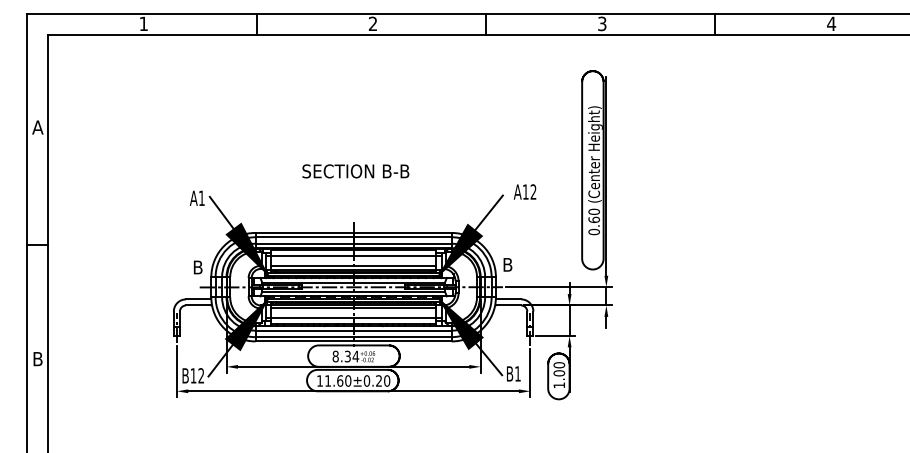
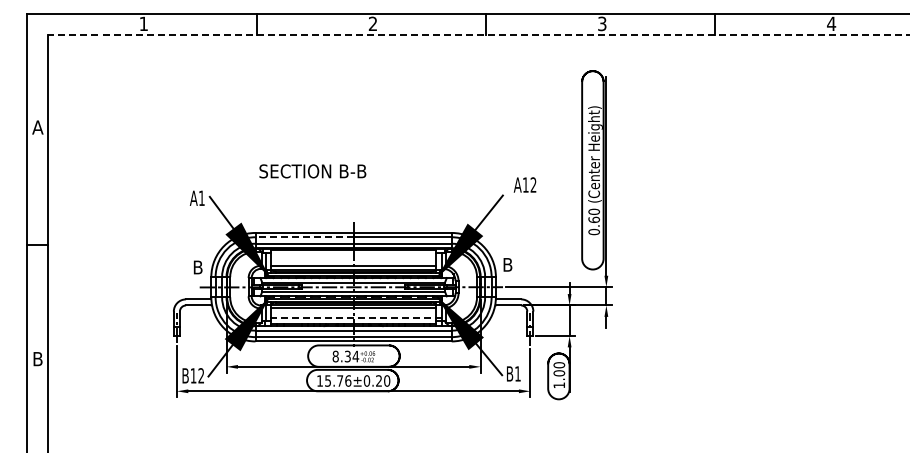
line at (478, 34): solid -> dashed
text at (355, 171) position: (355, 171) -> (312, 171)
text at (524, 191) position: (524, 191) -> (524, 184)
line at (304, 237): solid -> dashed
line at (353, 256): present -> none
line at (353, 318): solid -> dashed
text at (338, 380): 11.60±0.20 -> 15.76±0.20
